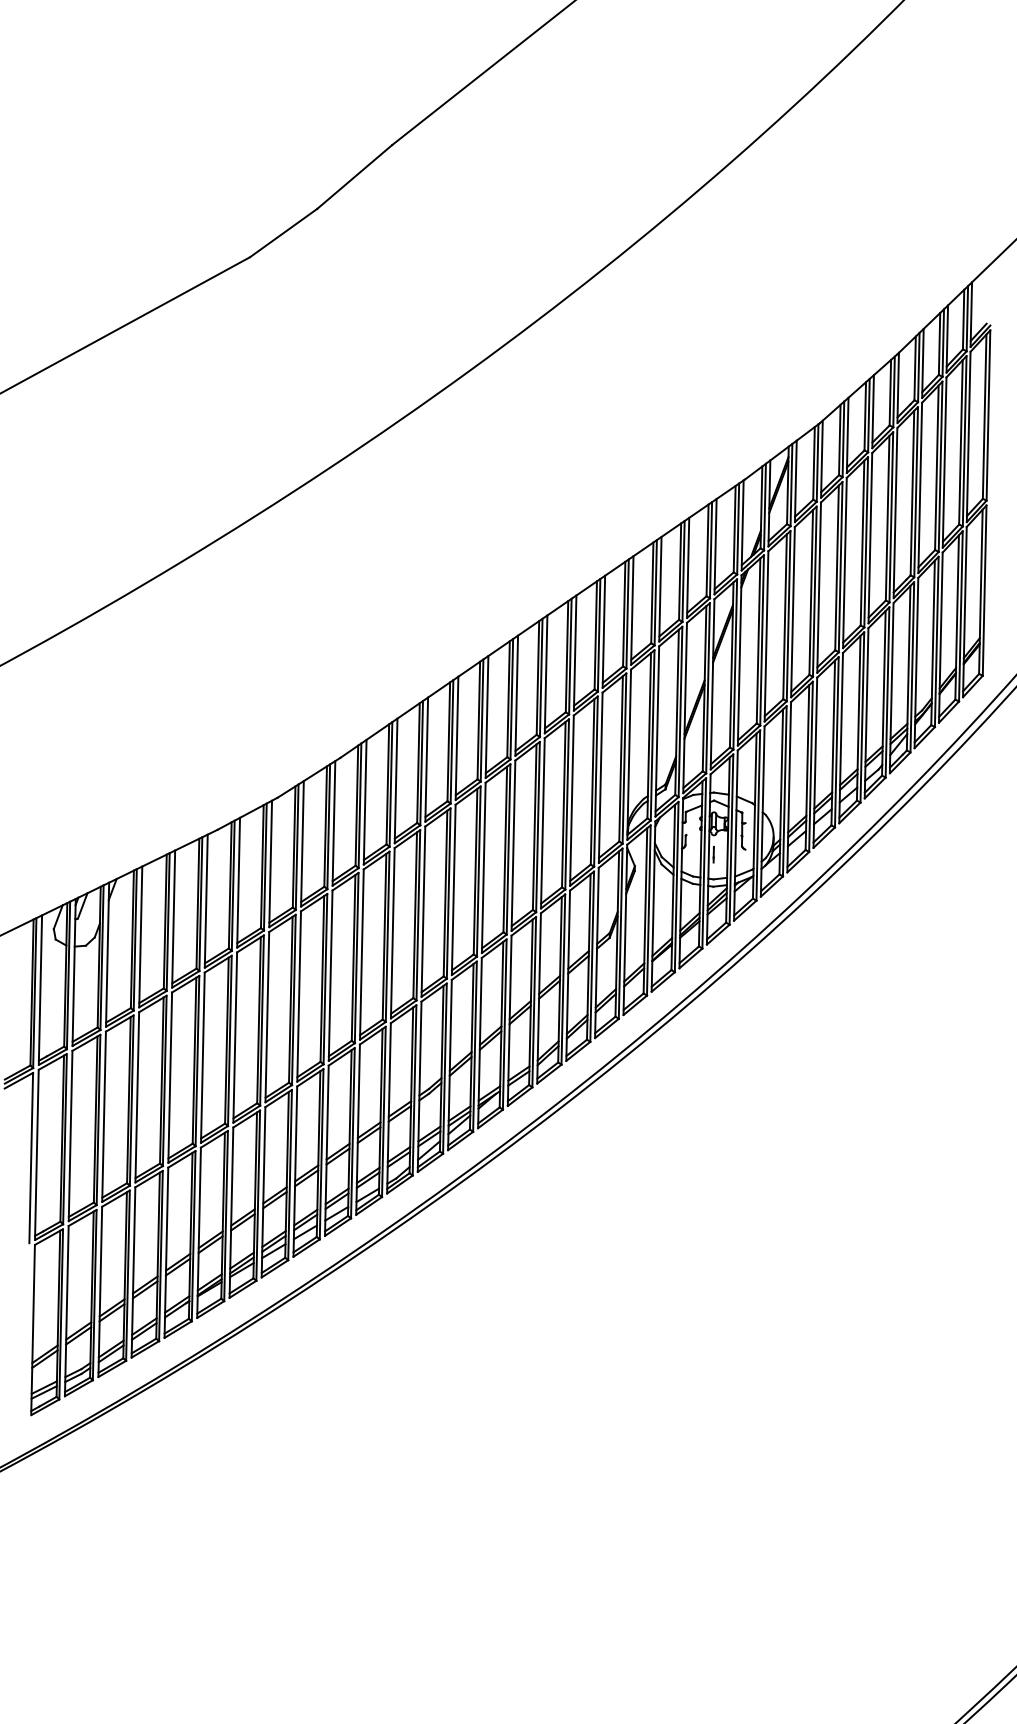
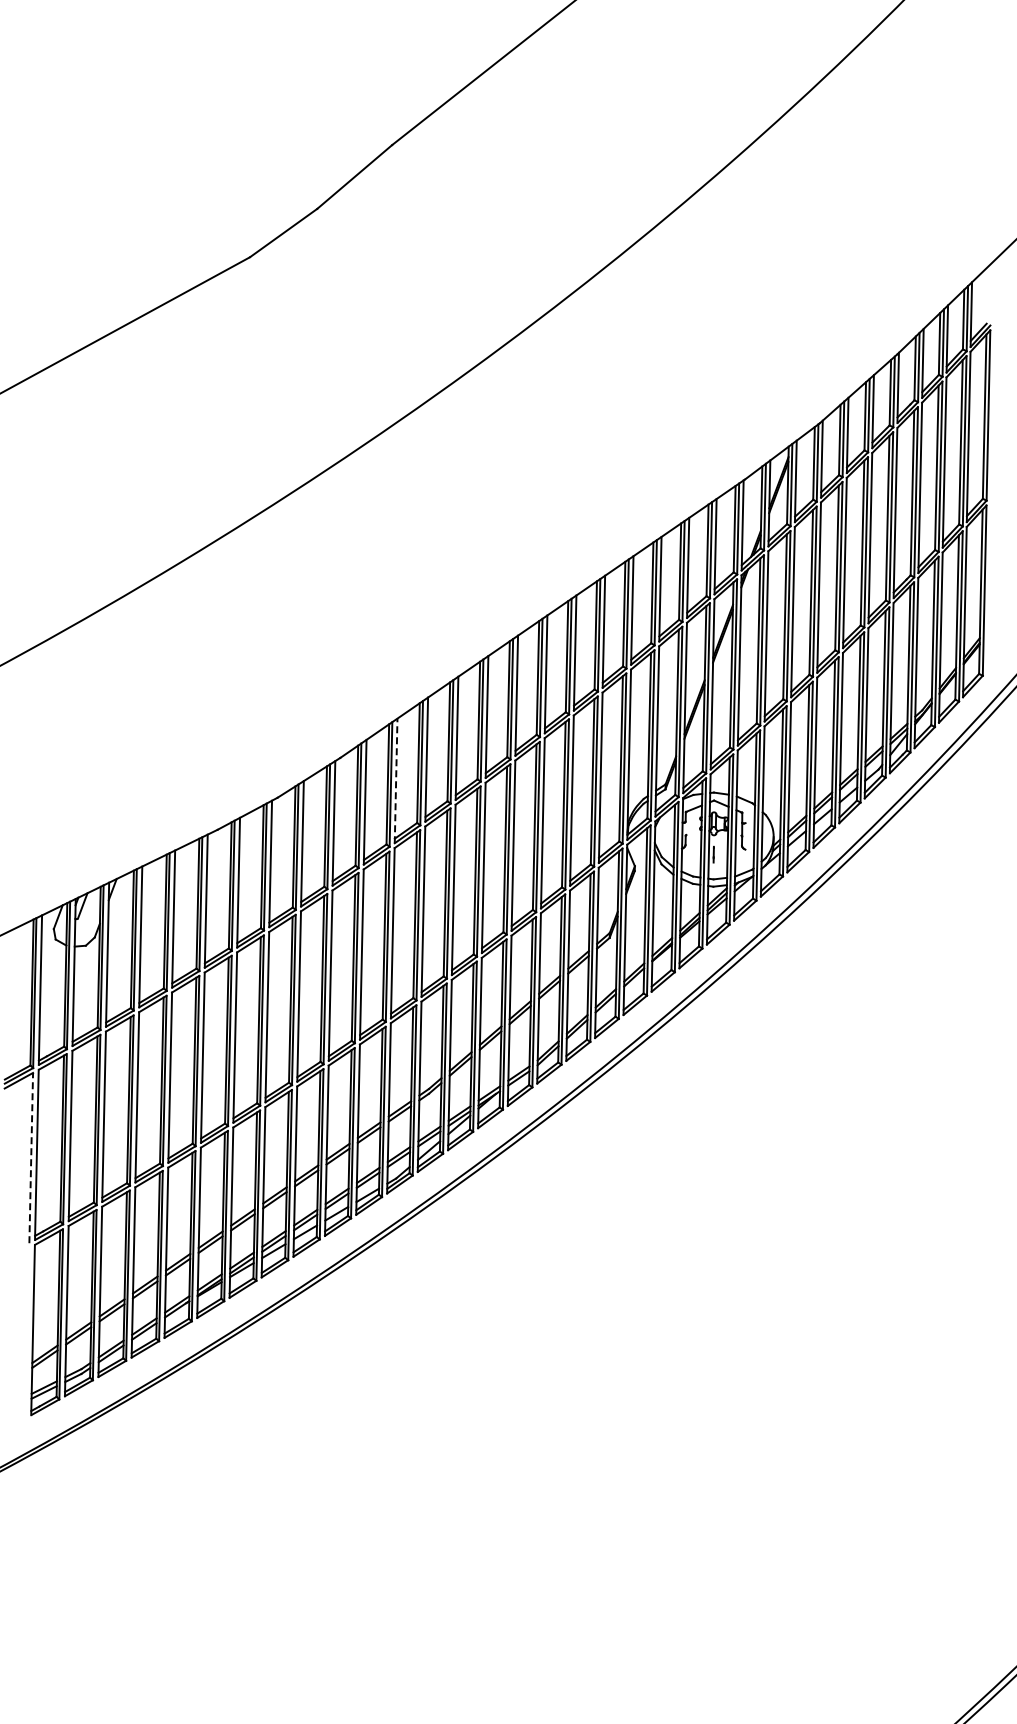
line at (396, 780): solid -> dashed
line at (31, 1157): solid -> dashed
